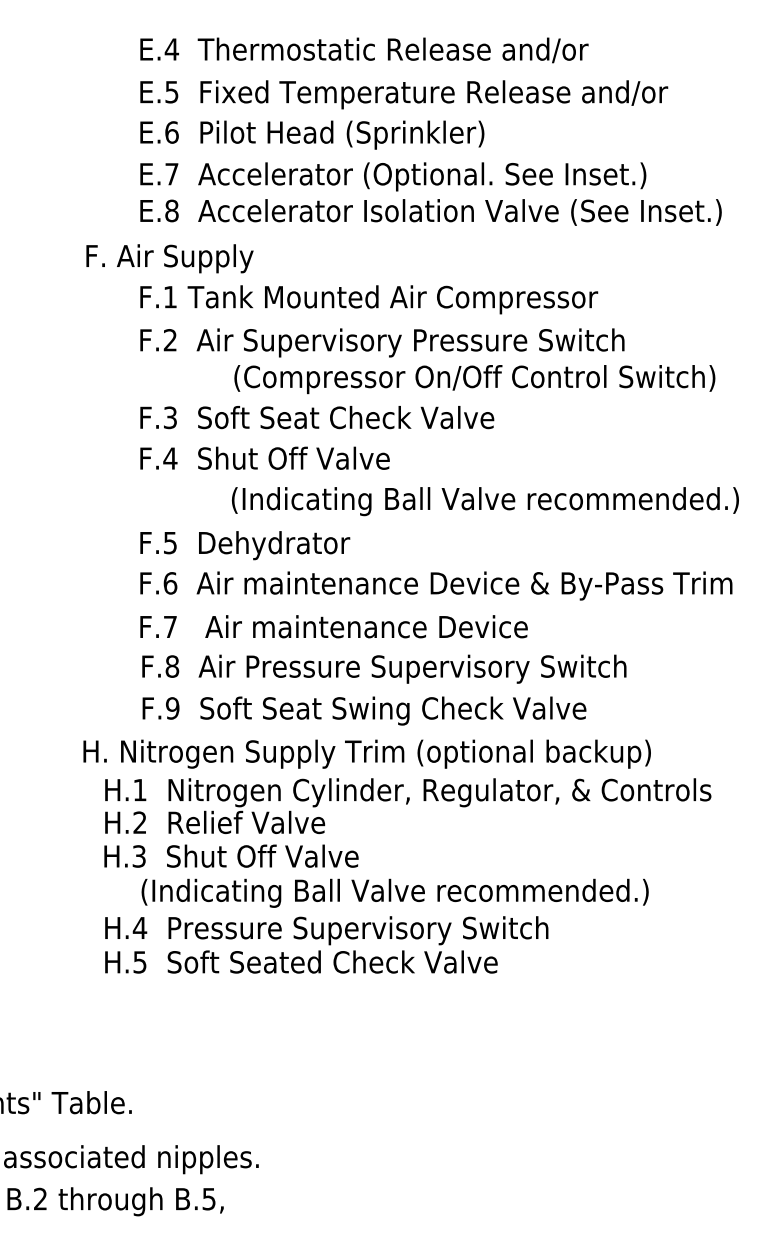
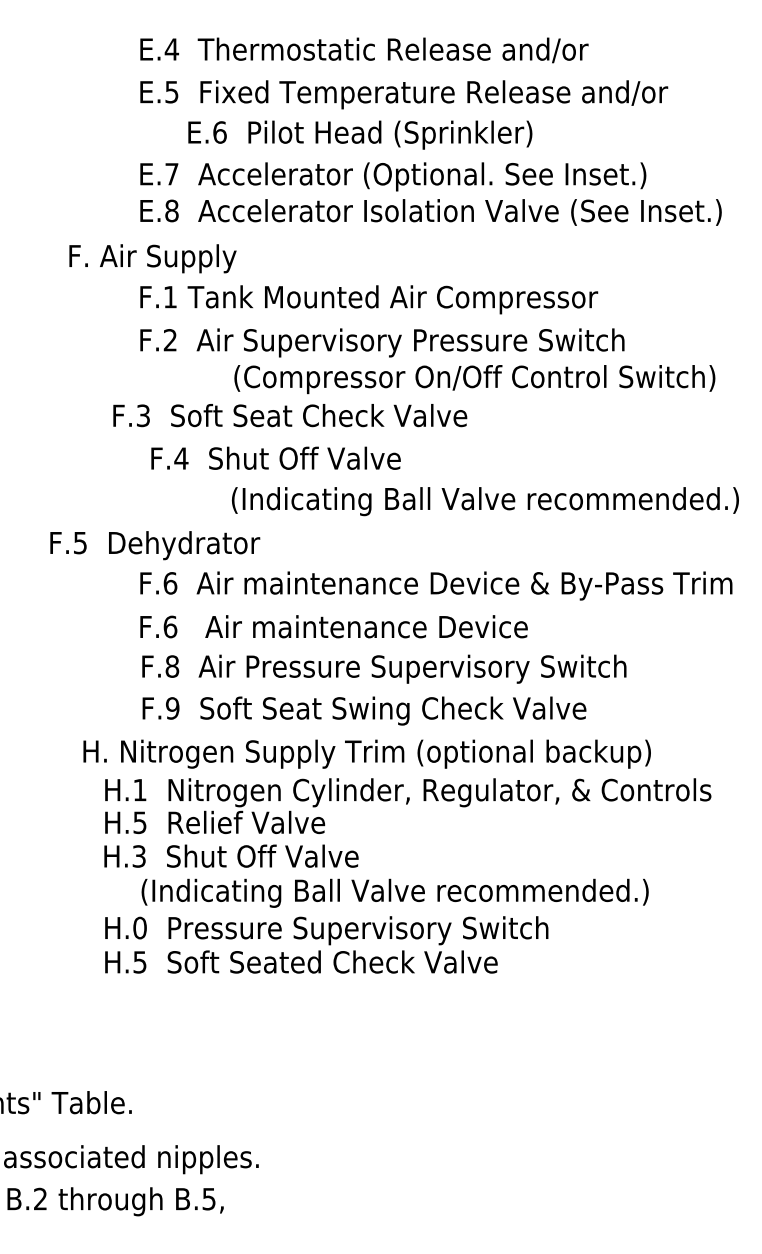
text at (312, 134) position: (312, 134) -> (360, 134)
text at (169, 258) position: (169, 258) -> (152, 258)
text at (317, 417) position: (317, 417) -> (290, 415)
text at (264, 457) position: (264, 457) -> (275, 457)
text at (245, 545) position: (245, 545) -> (155, 545)
text at (170, 626): F.7 -> F.6
text at (139, 822): H.2 -> H.5
text at (139, 927): H.4 -> H.0
